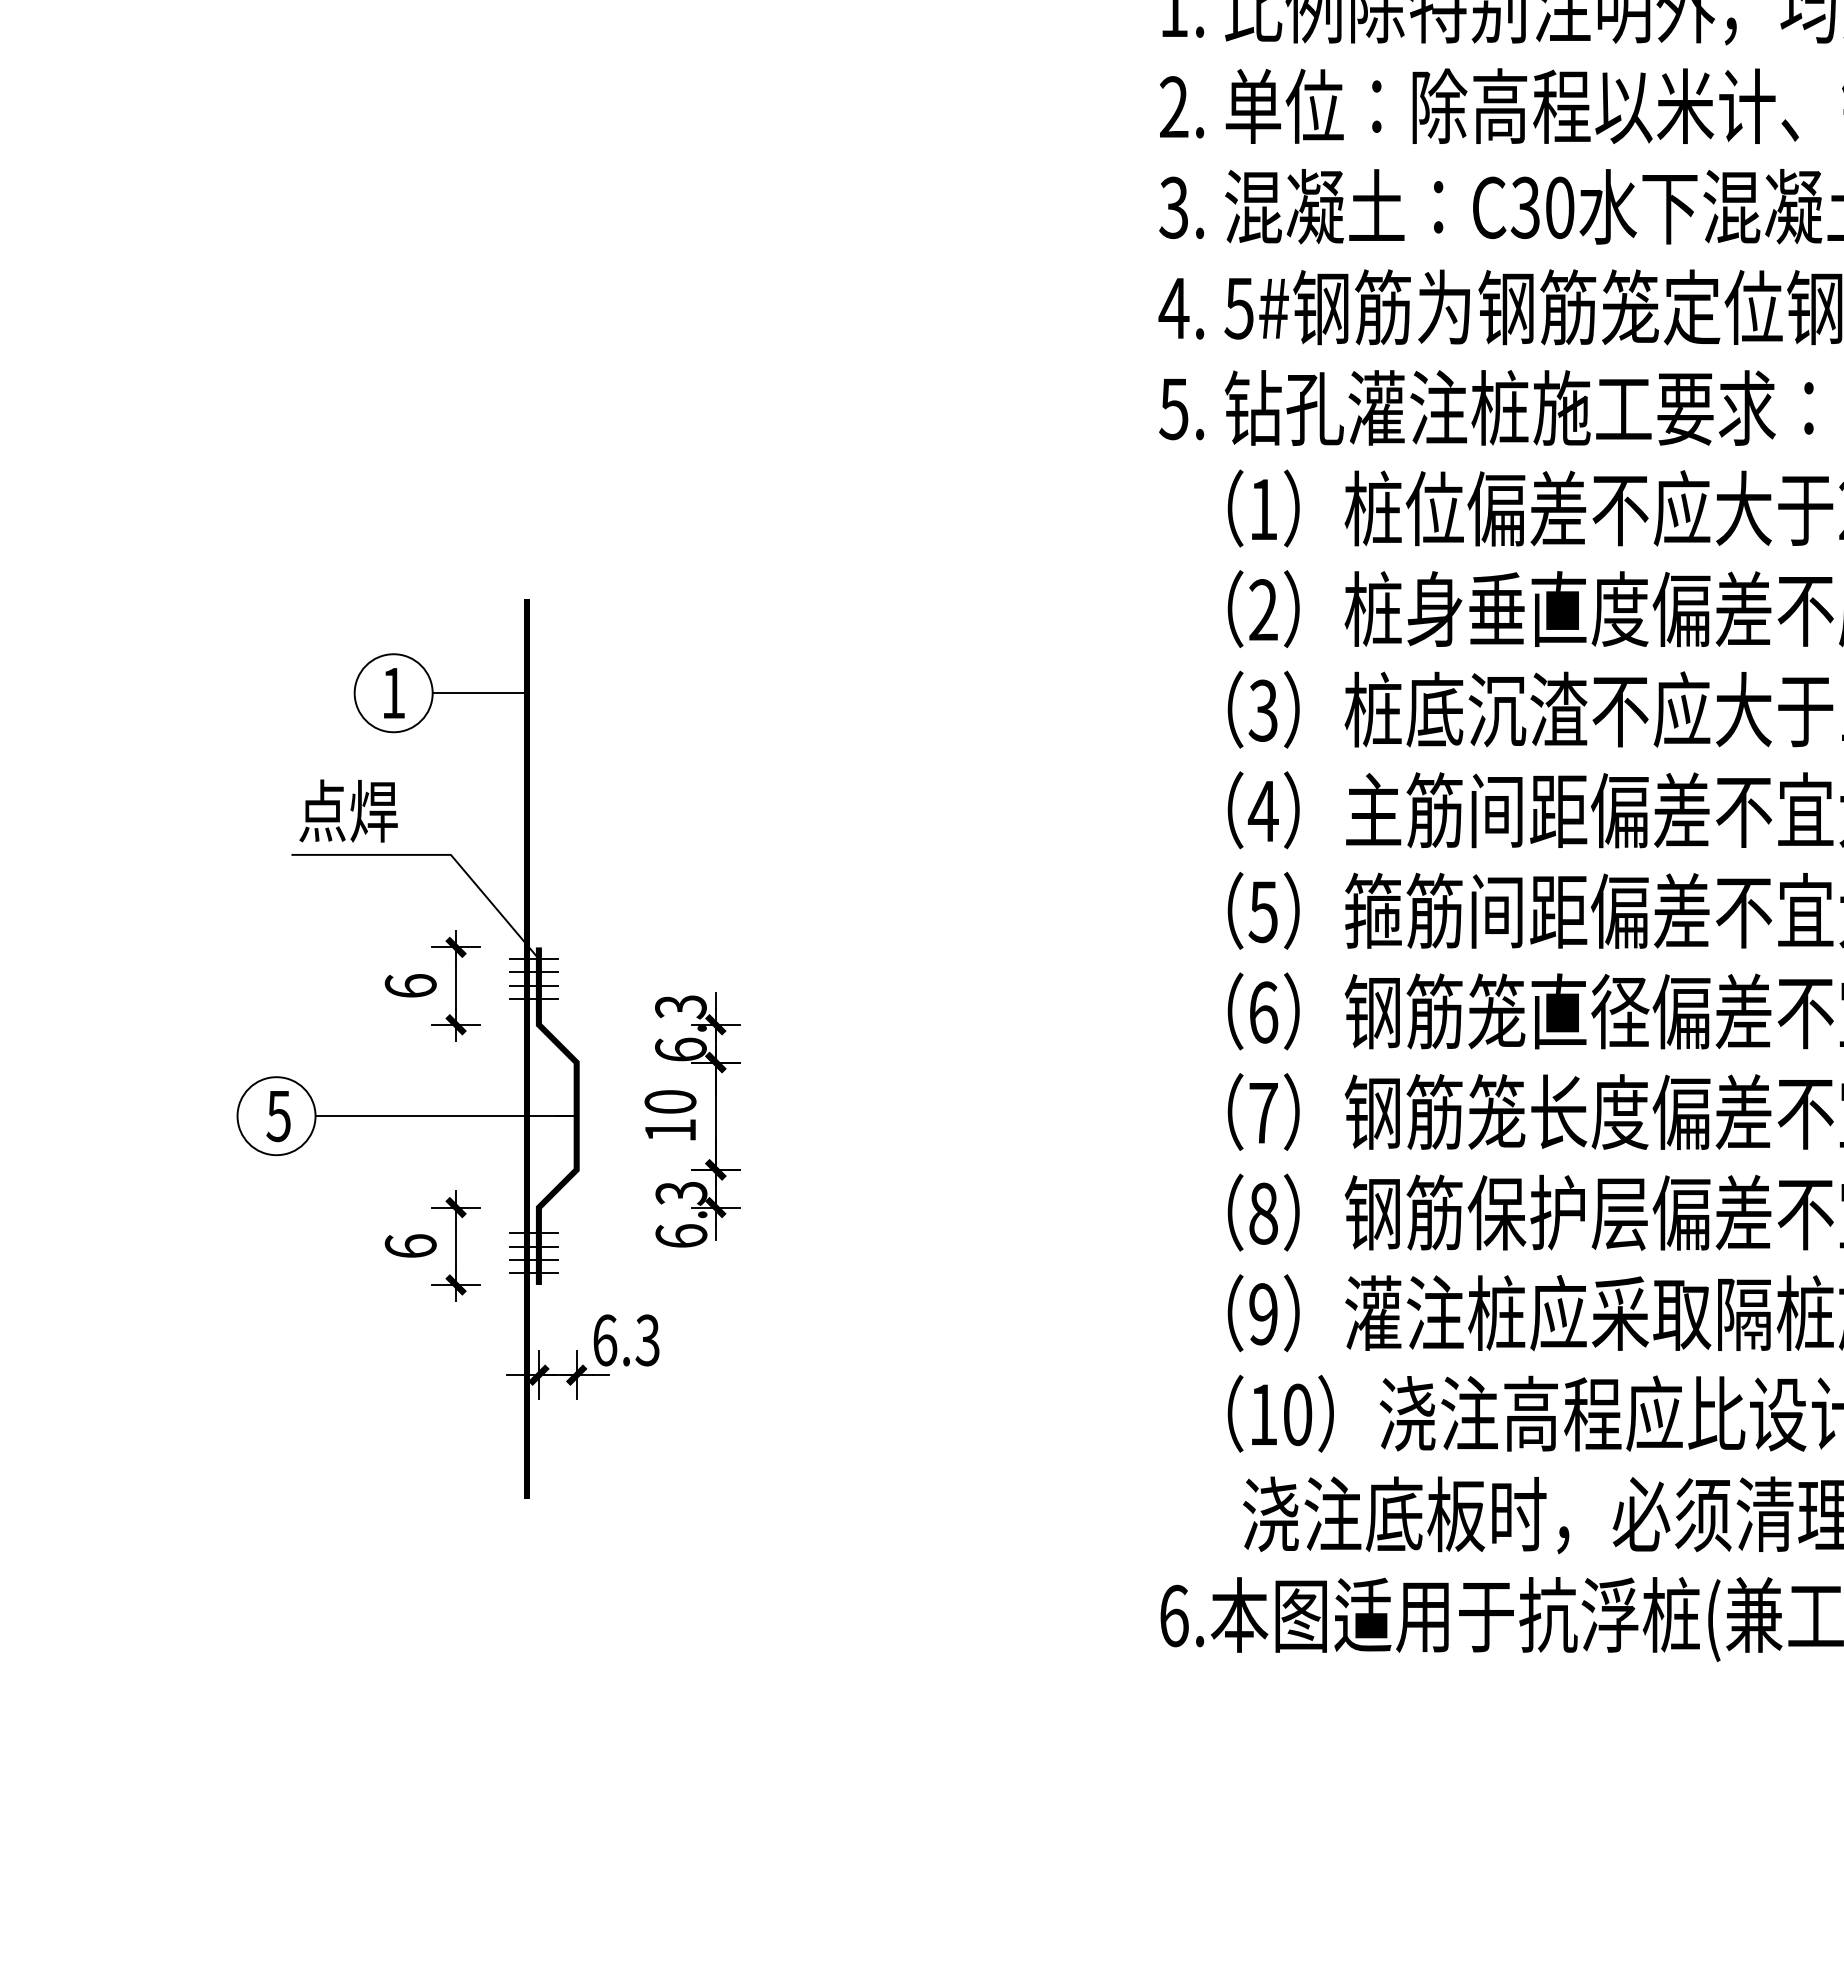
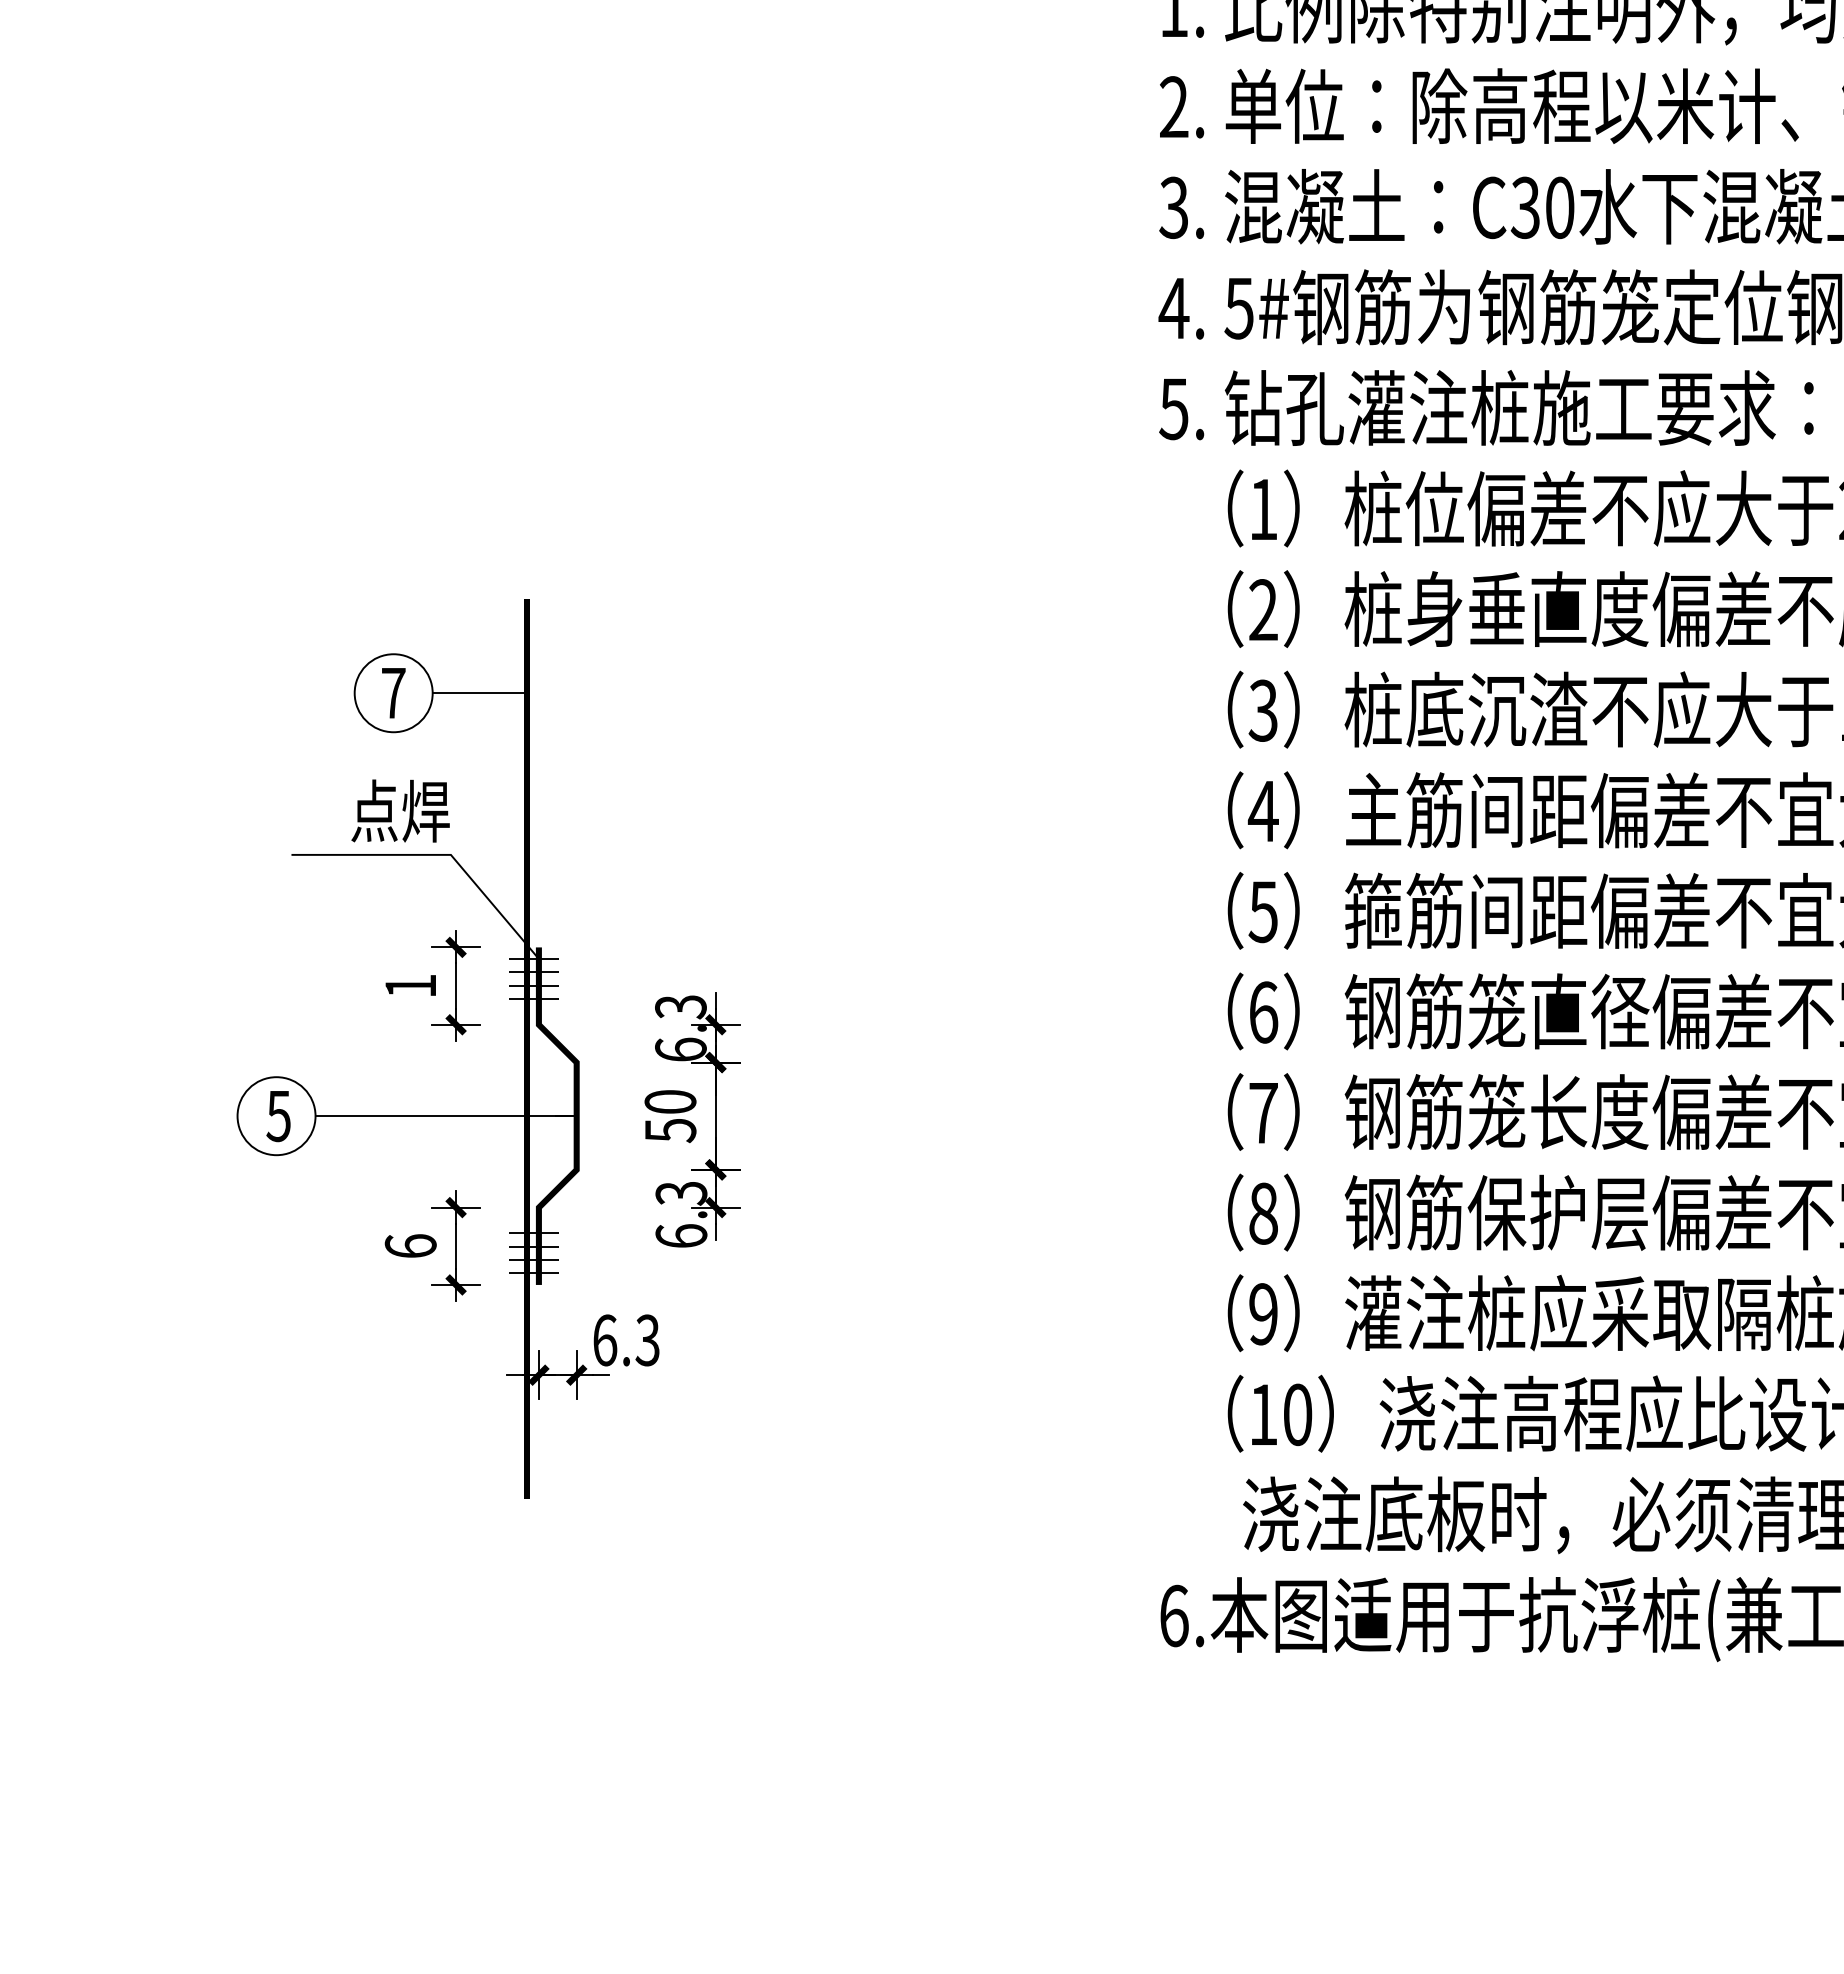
text at (393, 693): 1 -> 7
text at (348, 810) position: (348, 810) -> (400, 810)
text at (410, 985): 6 -> 1
text at (670, 1131): 10 -> 50
